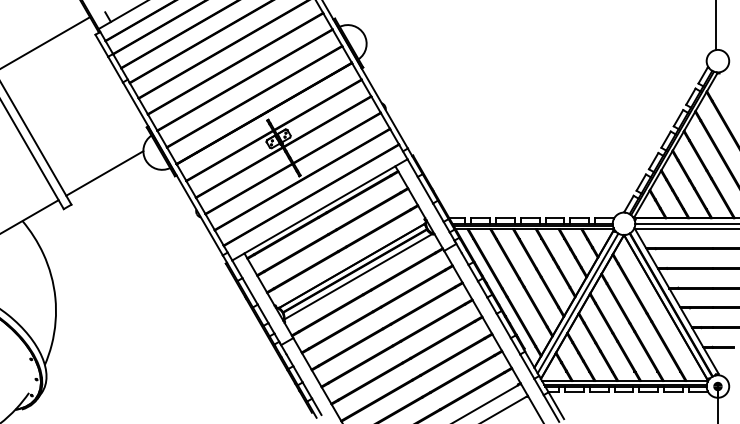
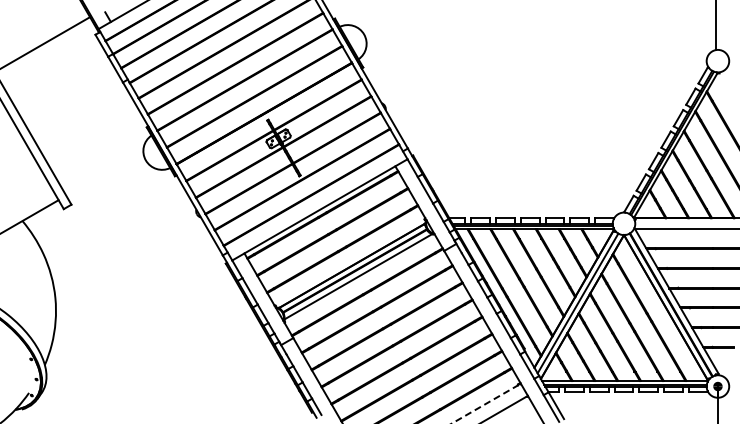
line at (104, 173): present -> none
line at (685, 223): present -> none
line at (486, 403): solid -> dashed
